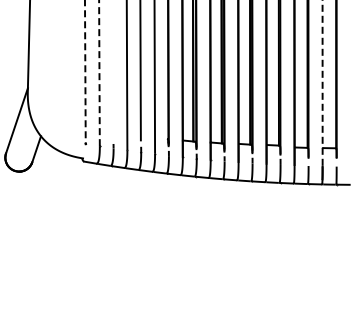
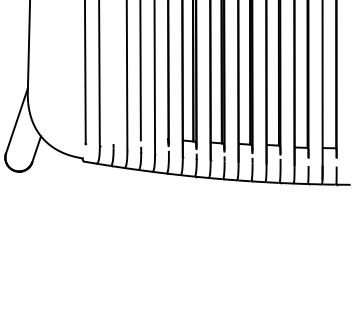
line at (85, 72): dashed -> solid
line at (99, 73): dashed -> solid
line at (322, 82): dashed -> solid
